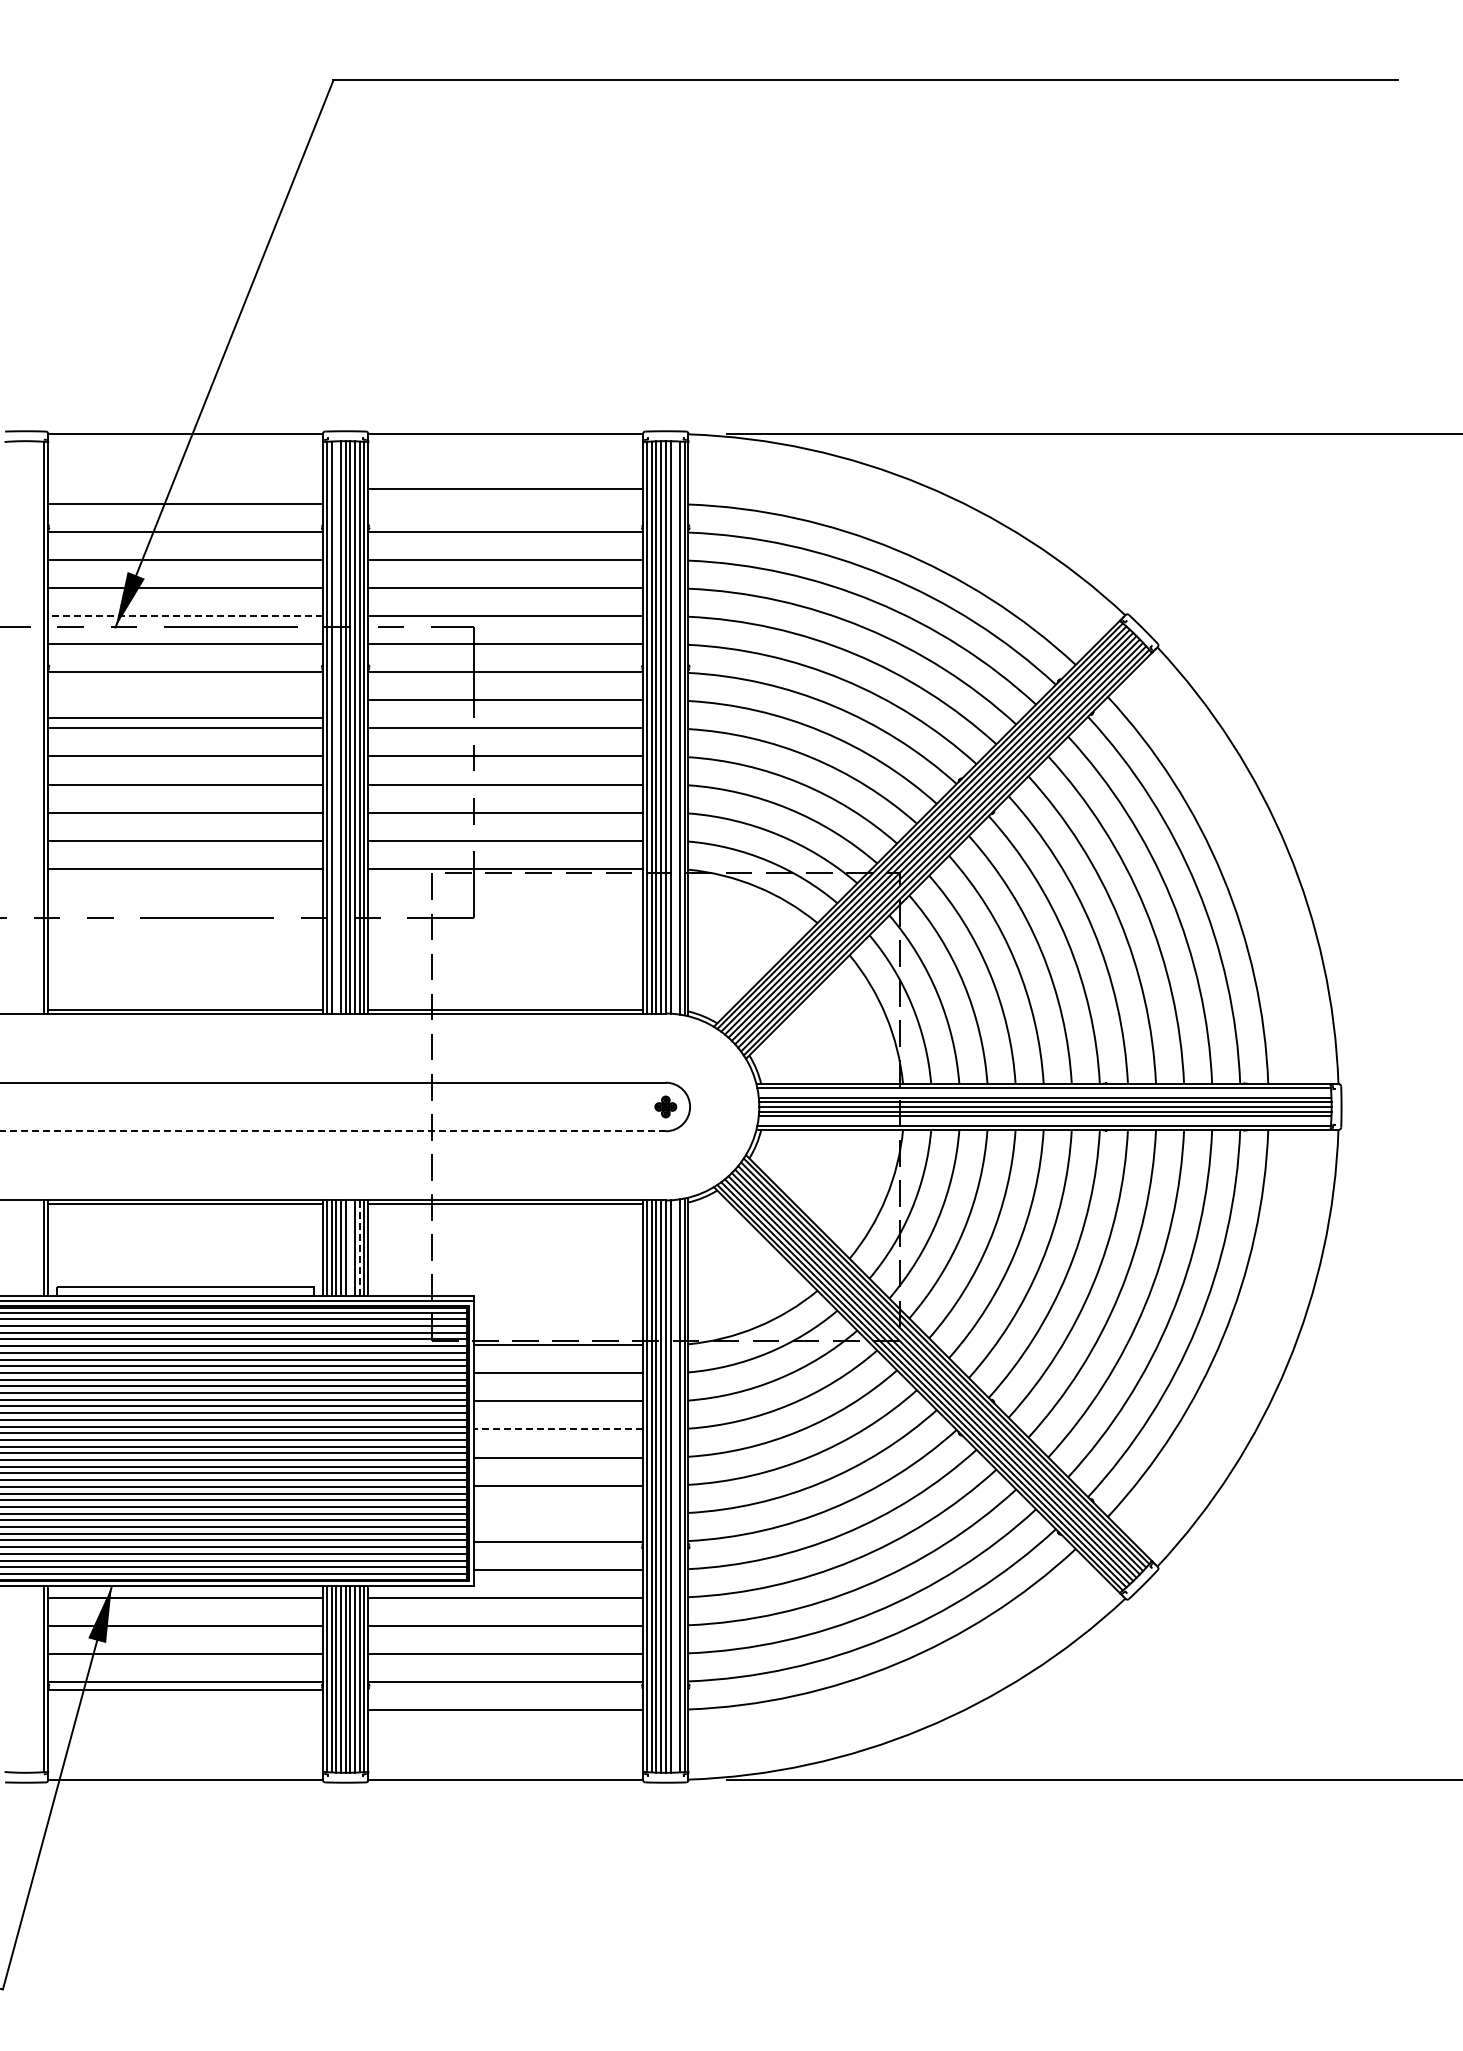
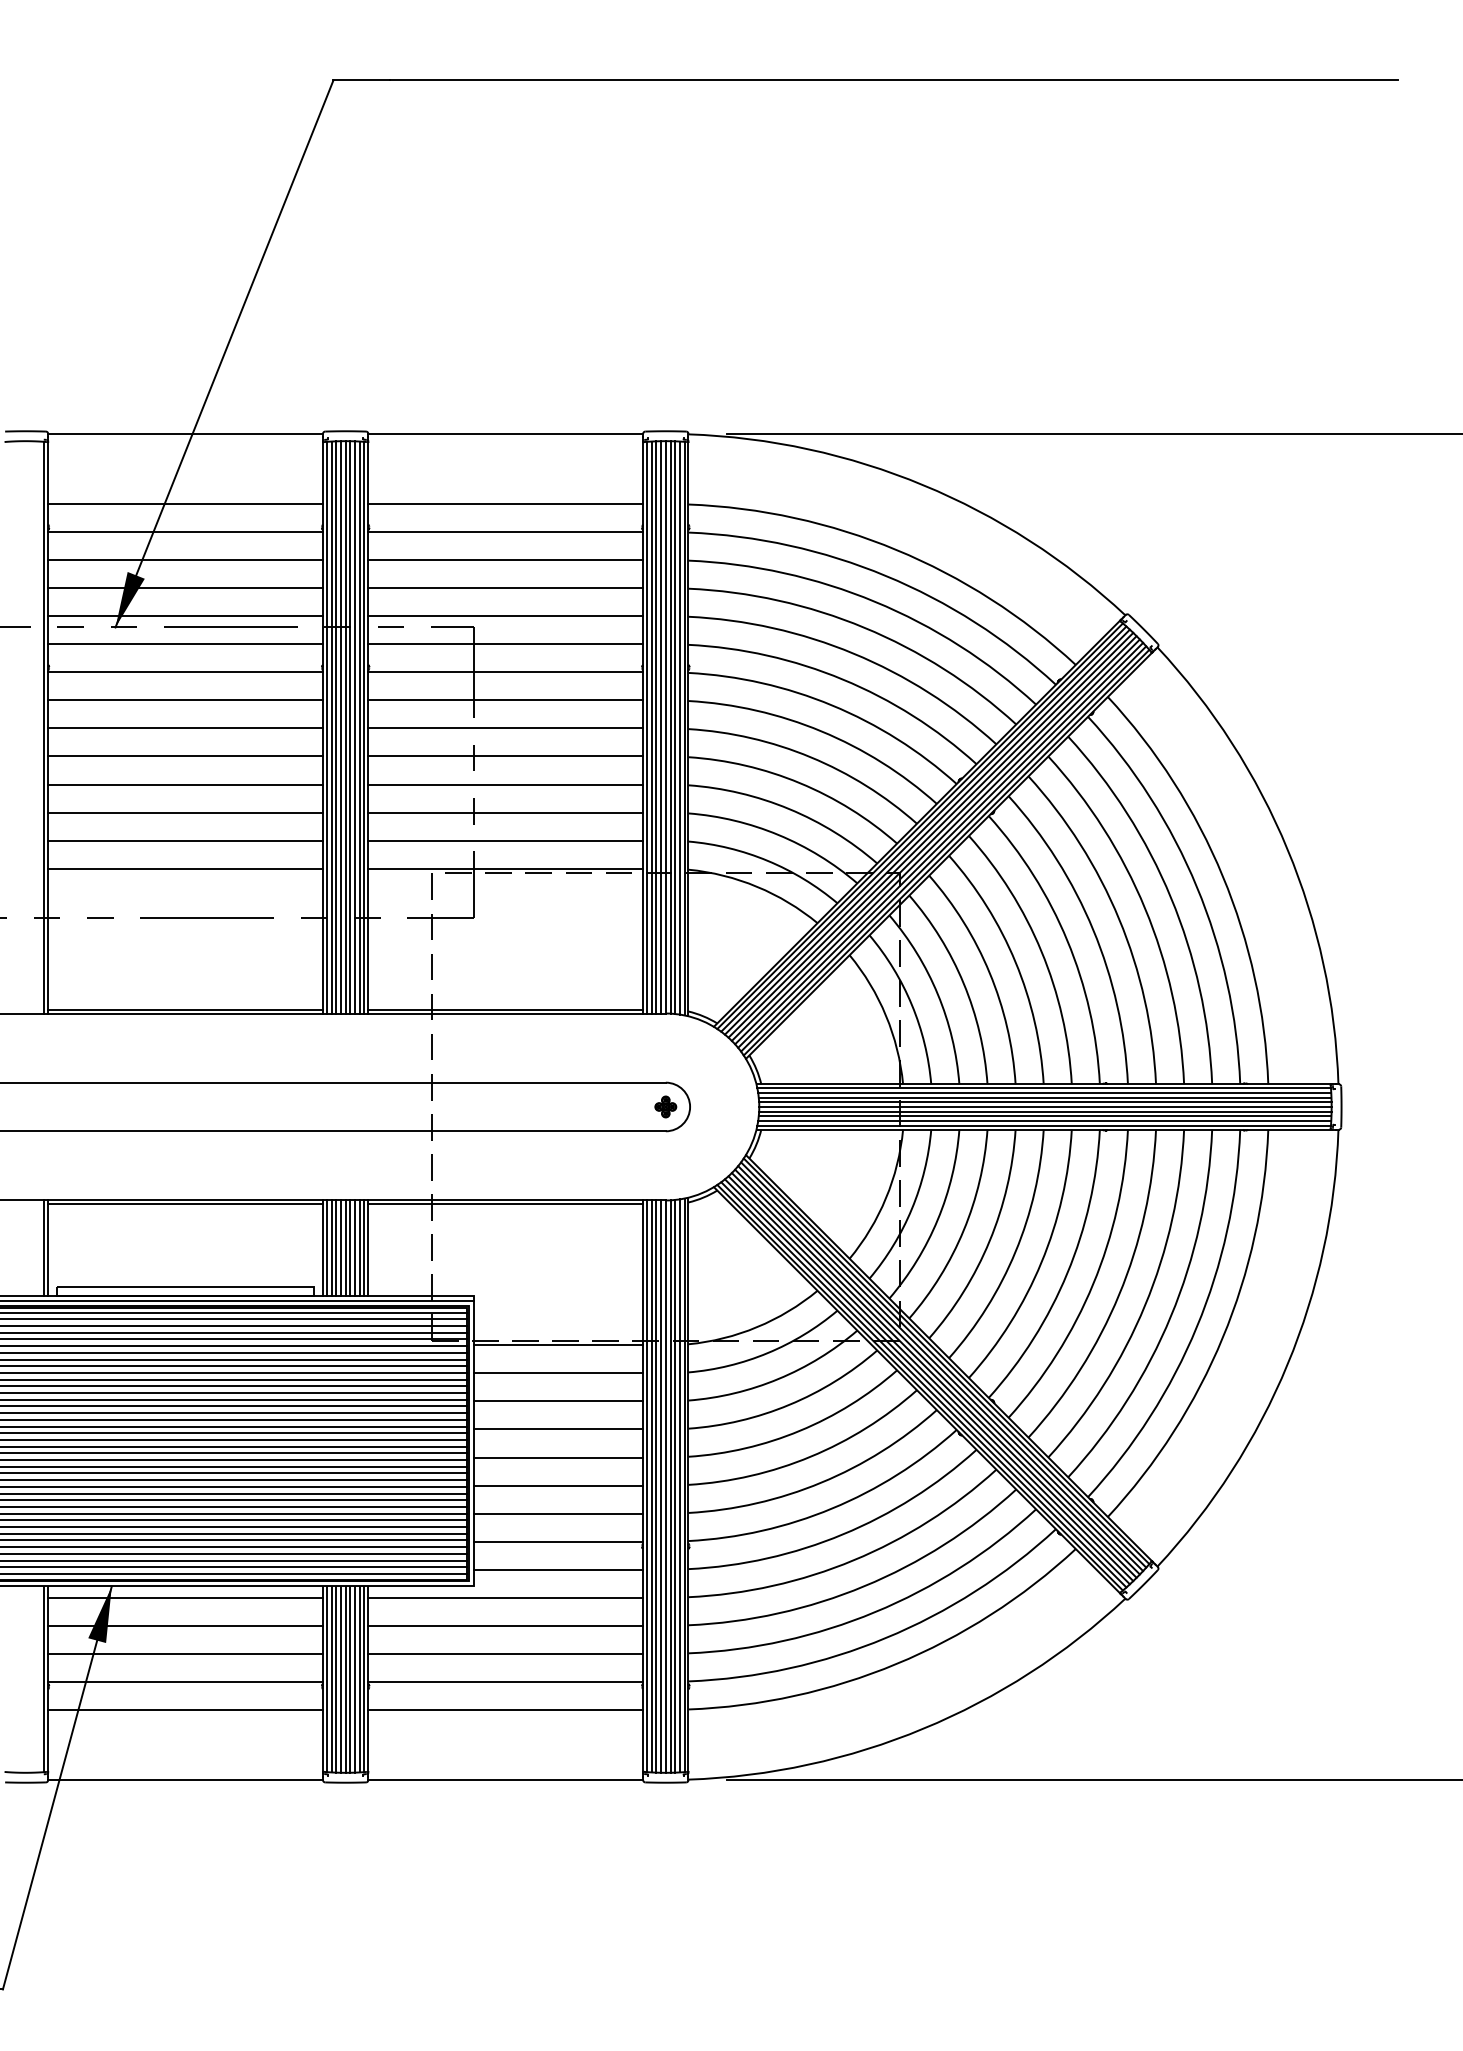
line at (505, 489) position: (505, 489) -> (505, 504)
line at (185, 616): dashed -> solid
line at (185, 718) position: (185, 718) -> (185, 700)
line at (336, 727): none -> present
line at (675, 727): none -> present
line at (1044, 1092): none -> present
line at (1044, 1121): none -> present
line at (333, 1131): dashed -> solid
line at (350, 1247): none -> present
line at (359, 1248): dashed -> solid
line at (558, 1429): dashed -> solid
line at (675, 1486): none -> present
line at (558, 1513): none -> present
line at (185, 1689) position: (185, 1689) -> (185, 1709)
